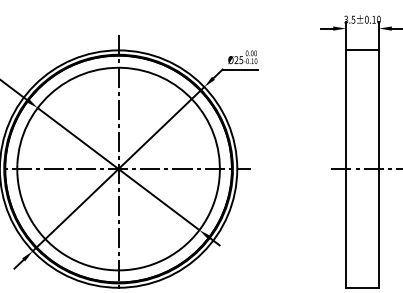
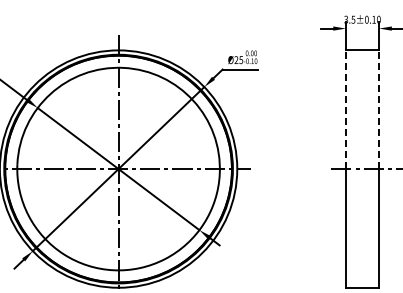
line at (345, 109): solid -> dashed
line at (379, 109): solid -> dashed
